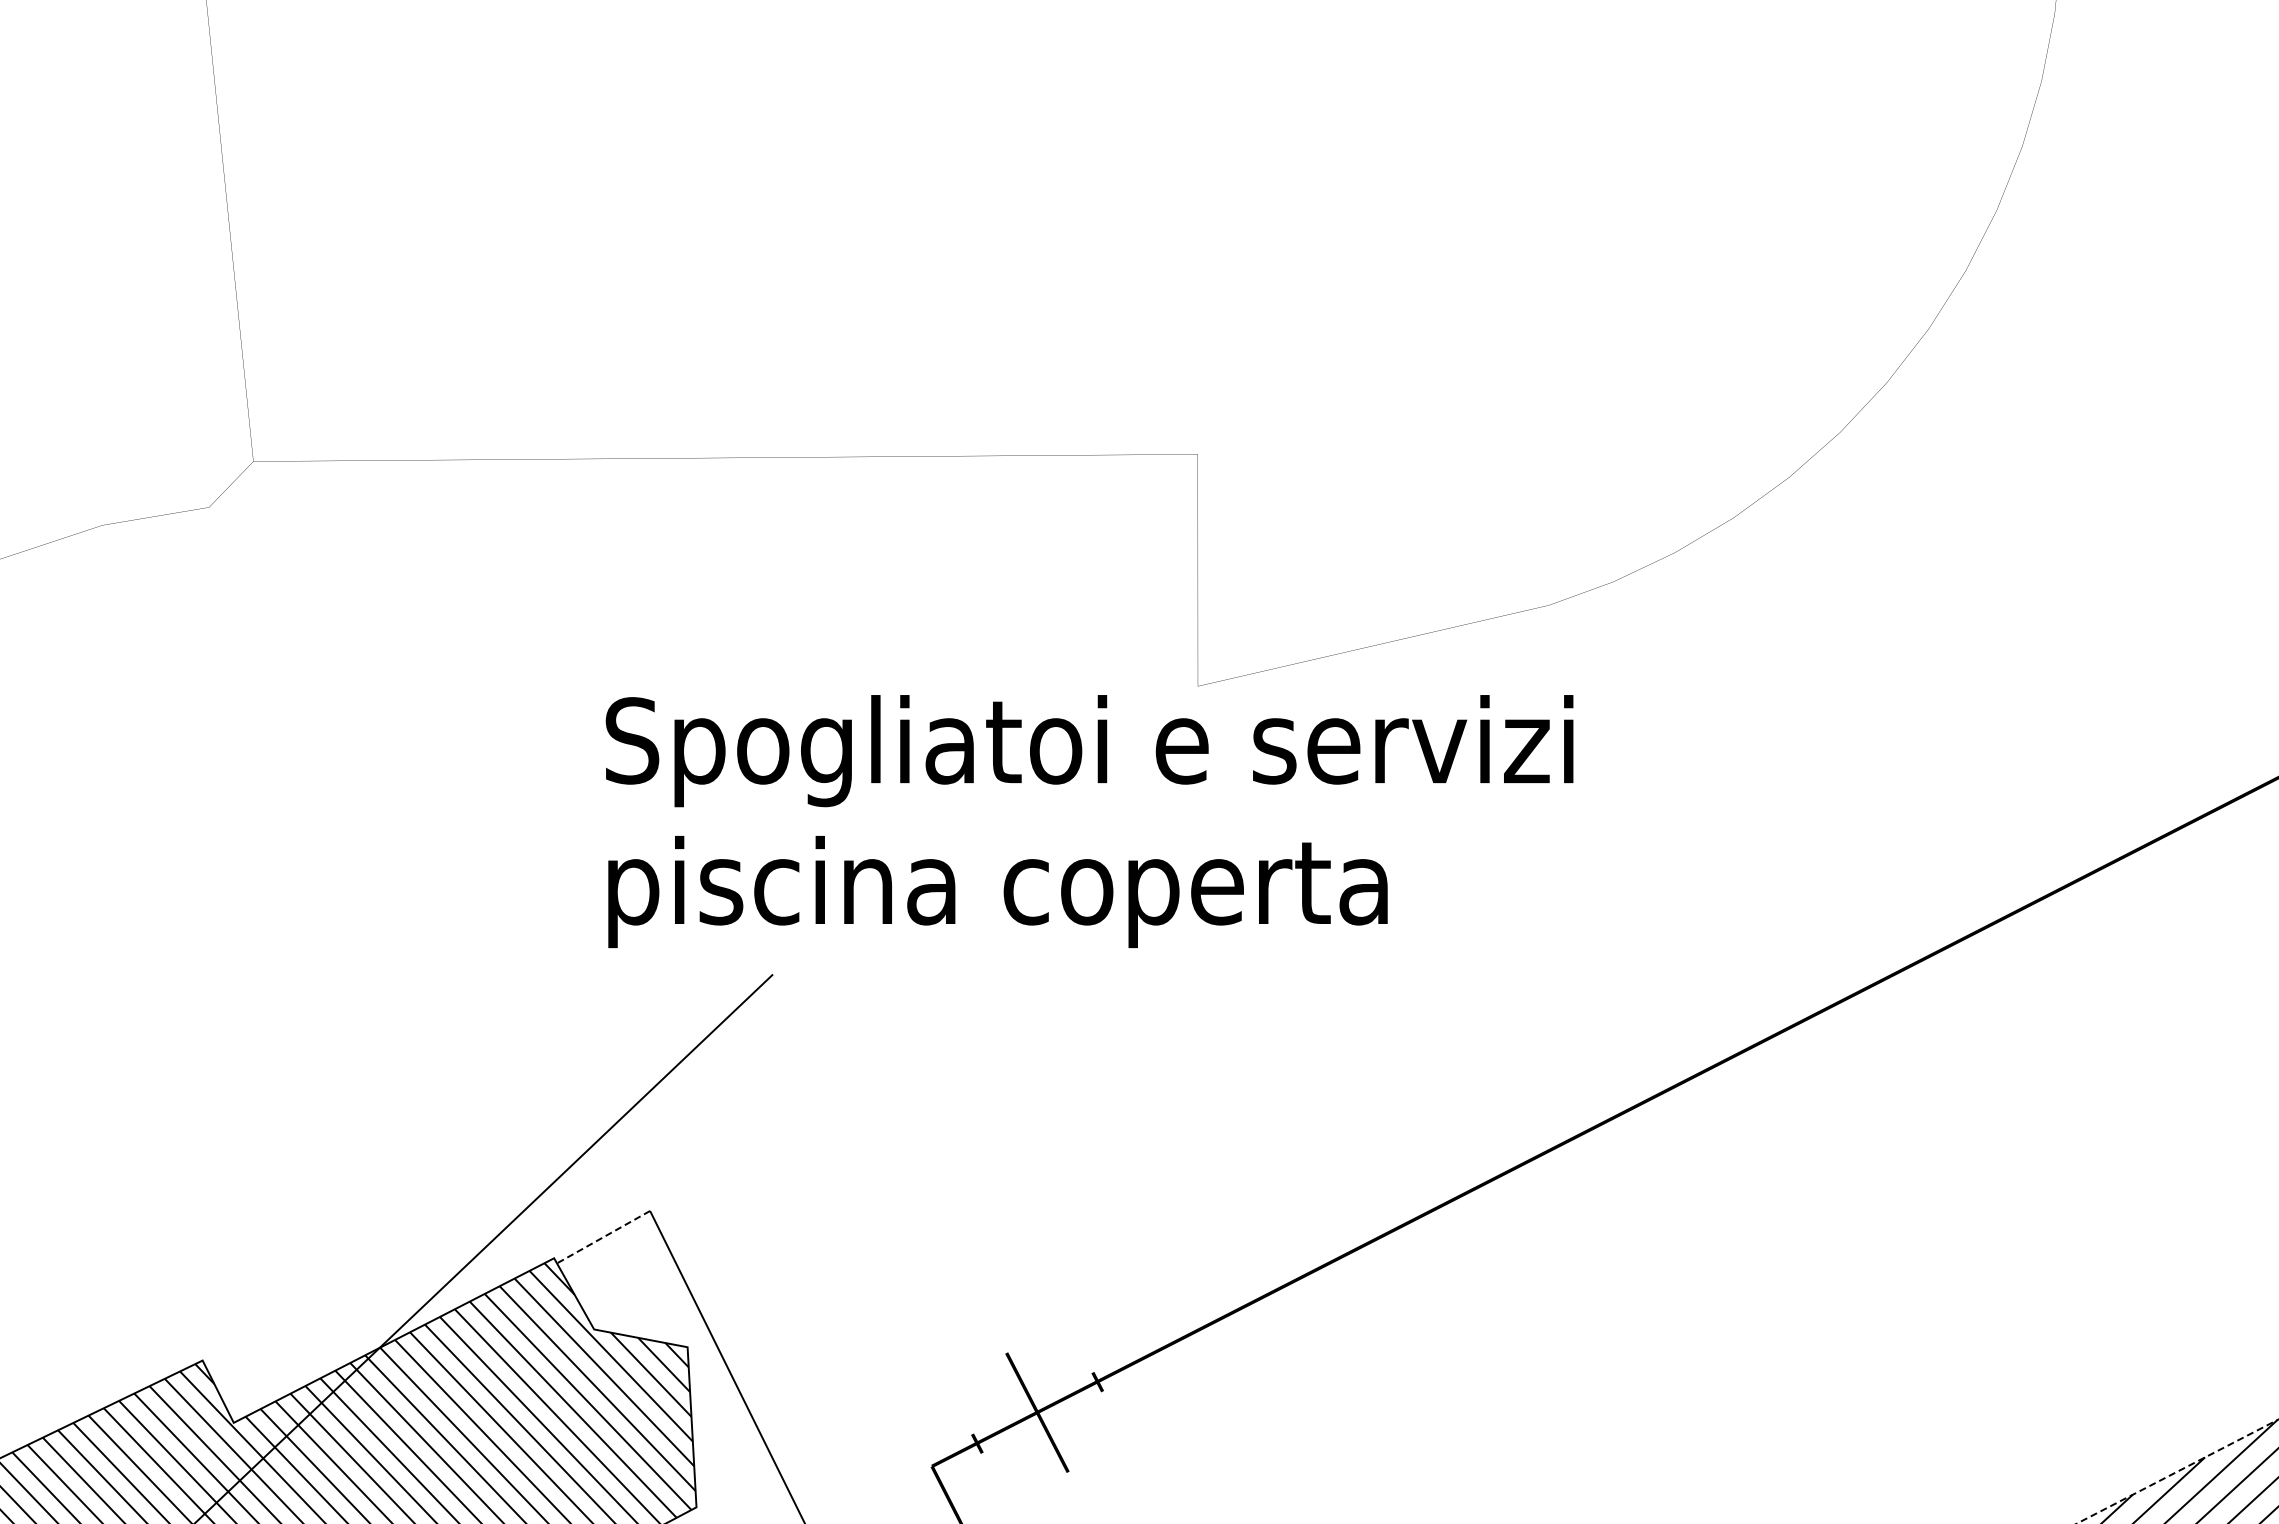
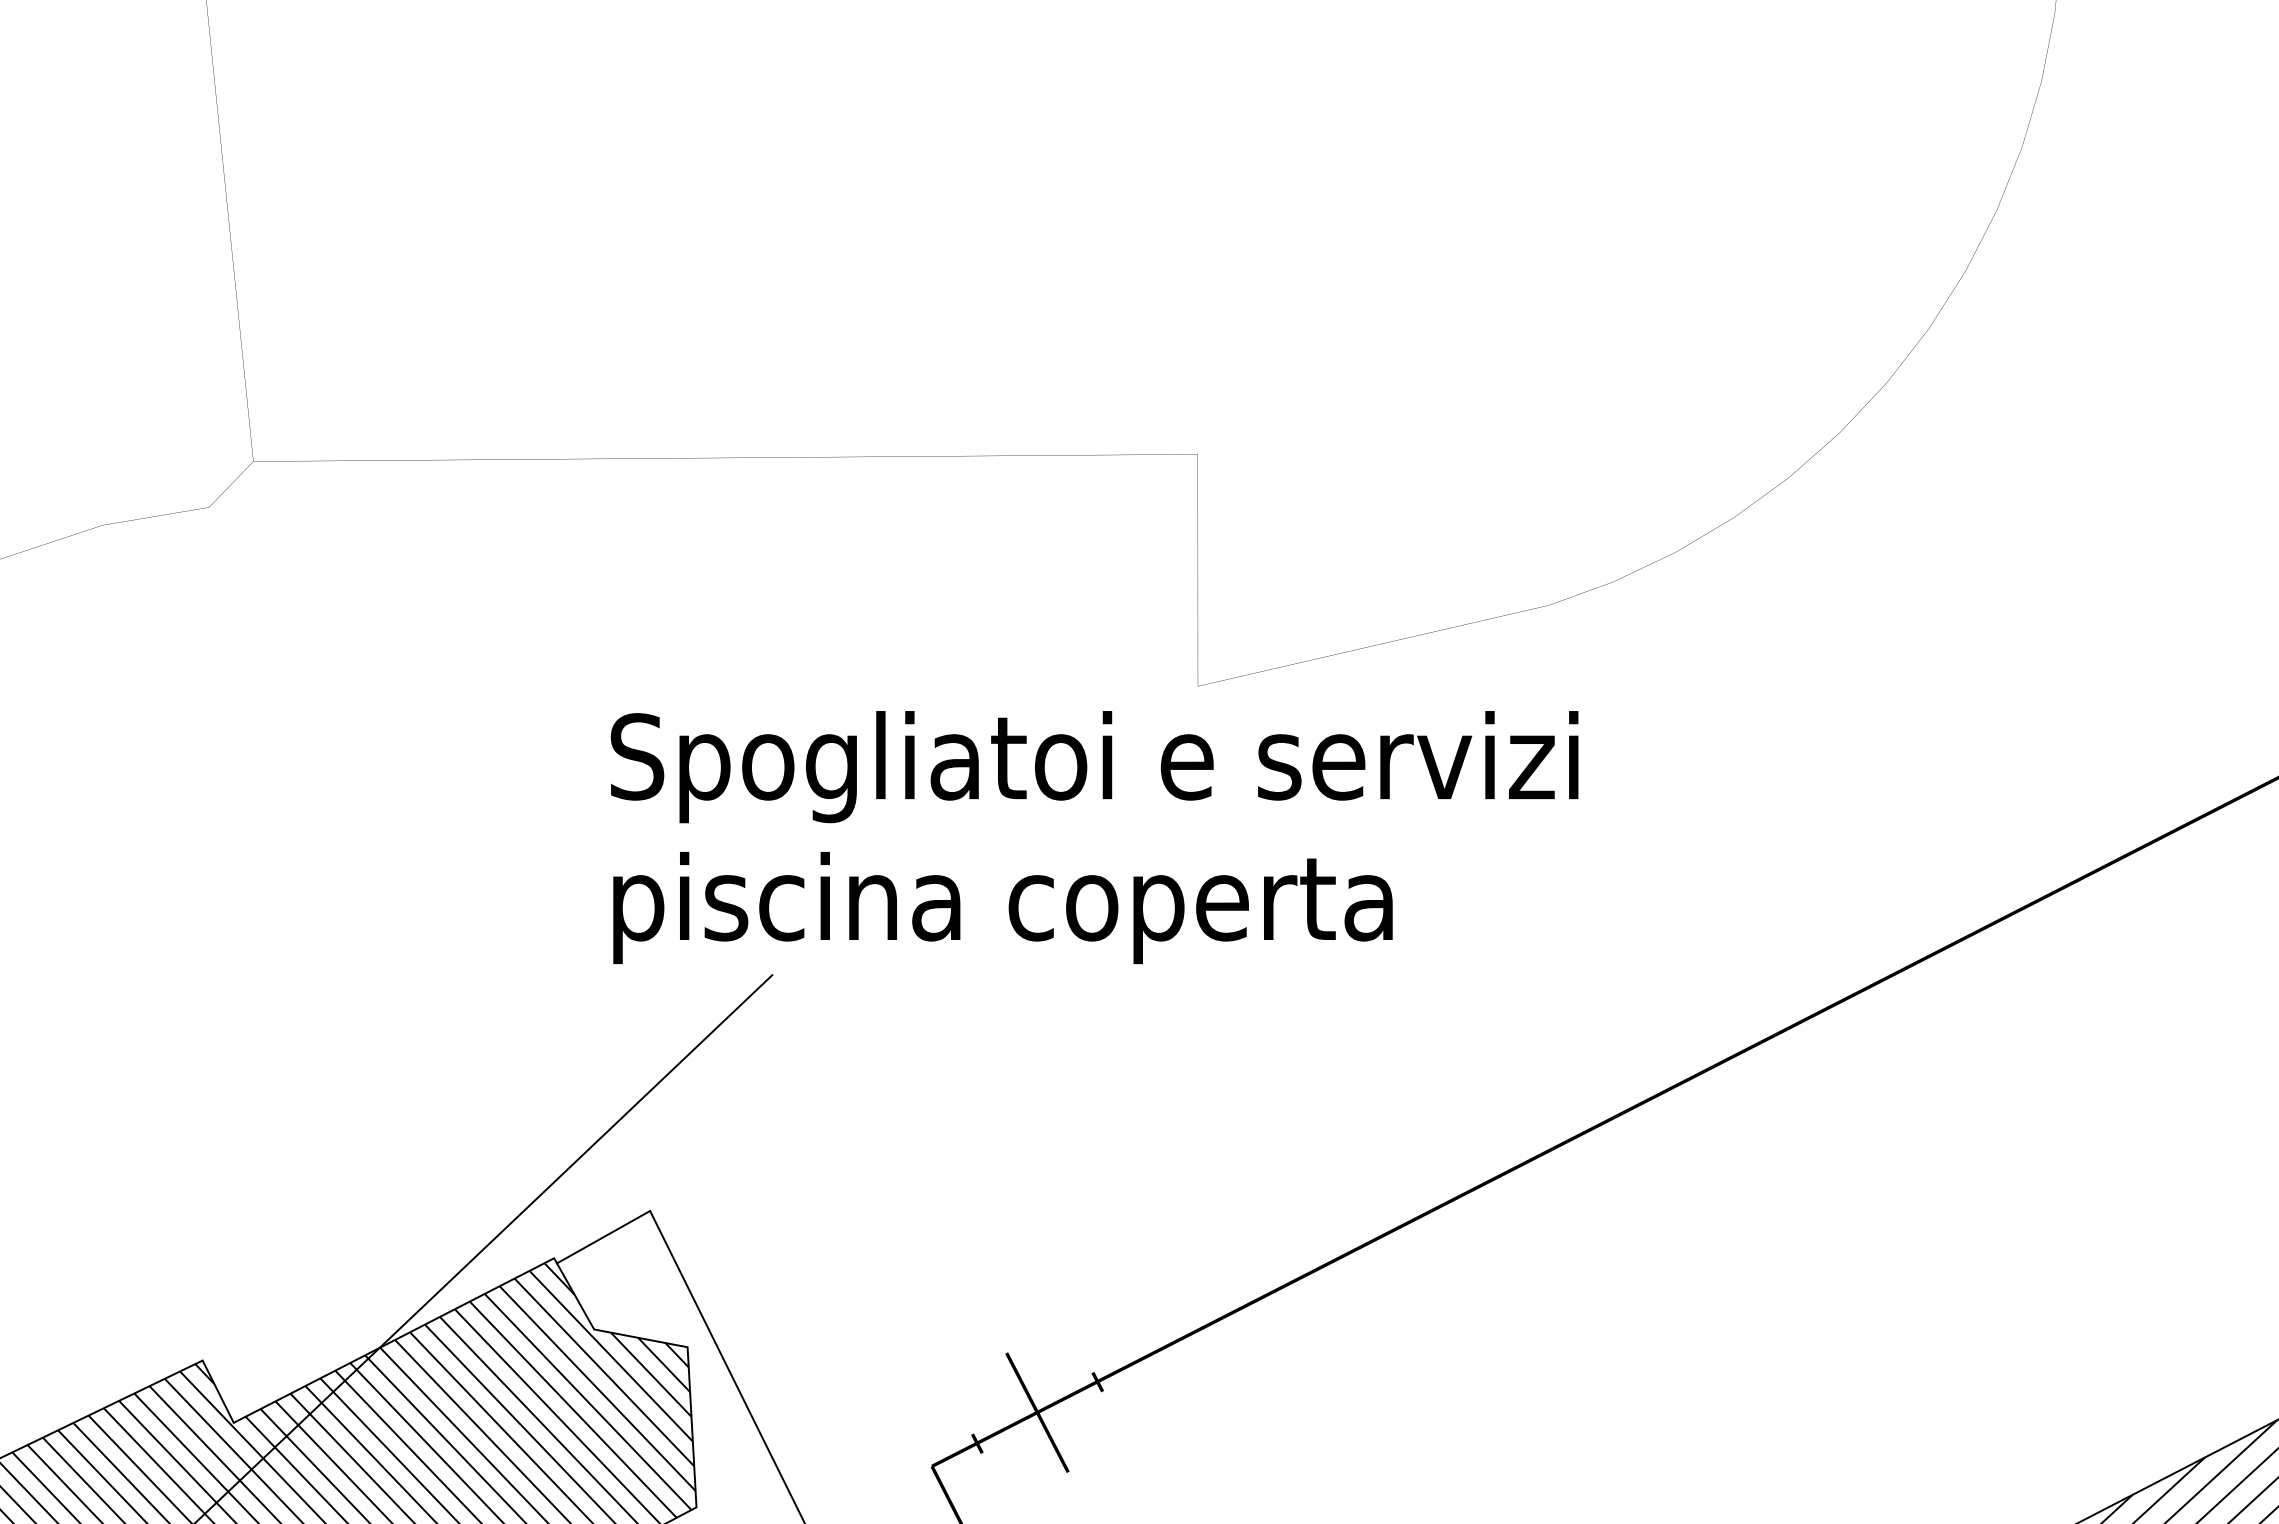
text at (1089, 821) position: (1089, 821) -> (1094, 837)
line at (603, 1237): dashed -> solid
line at (2177, 1471): dashed -> solid
